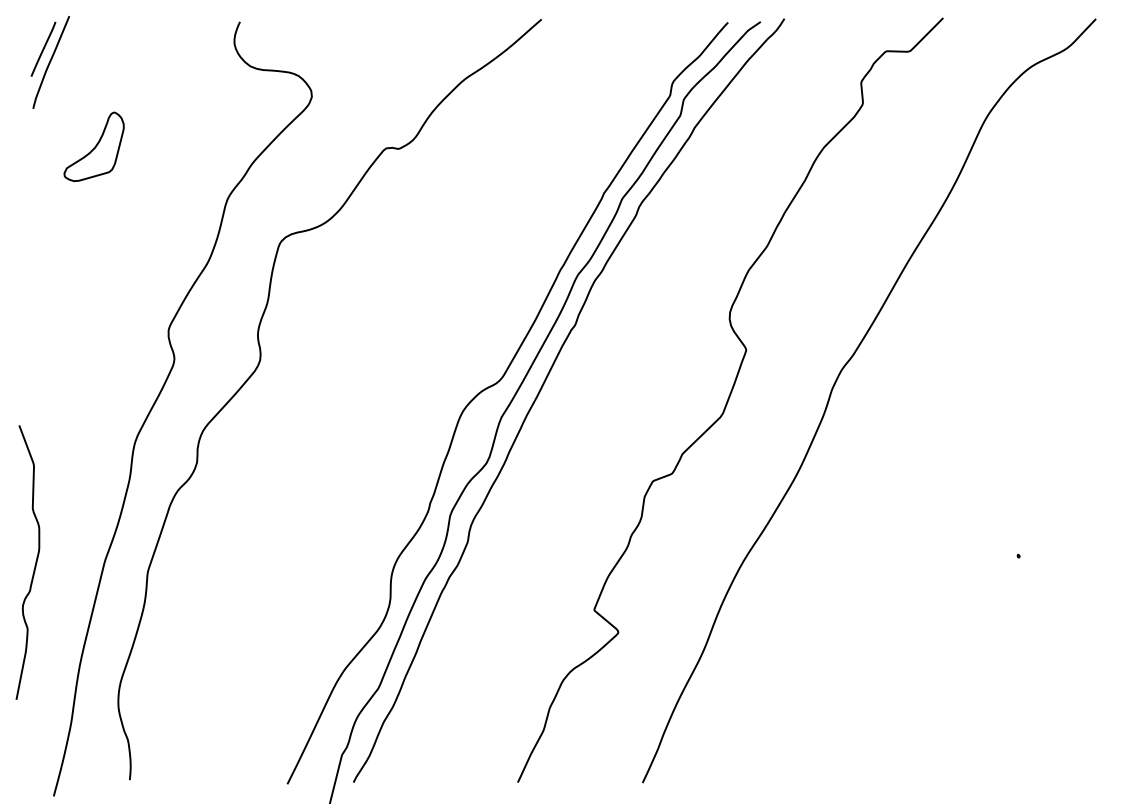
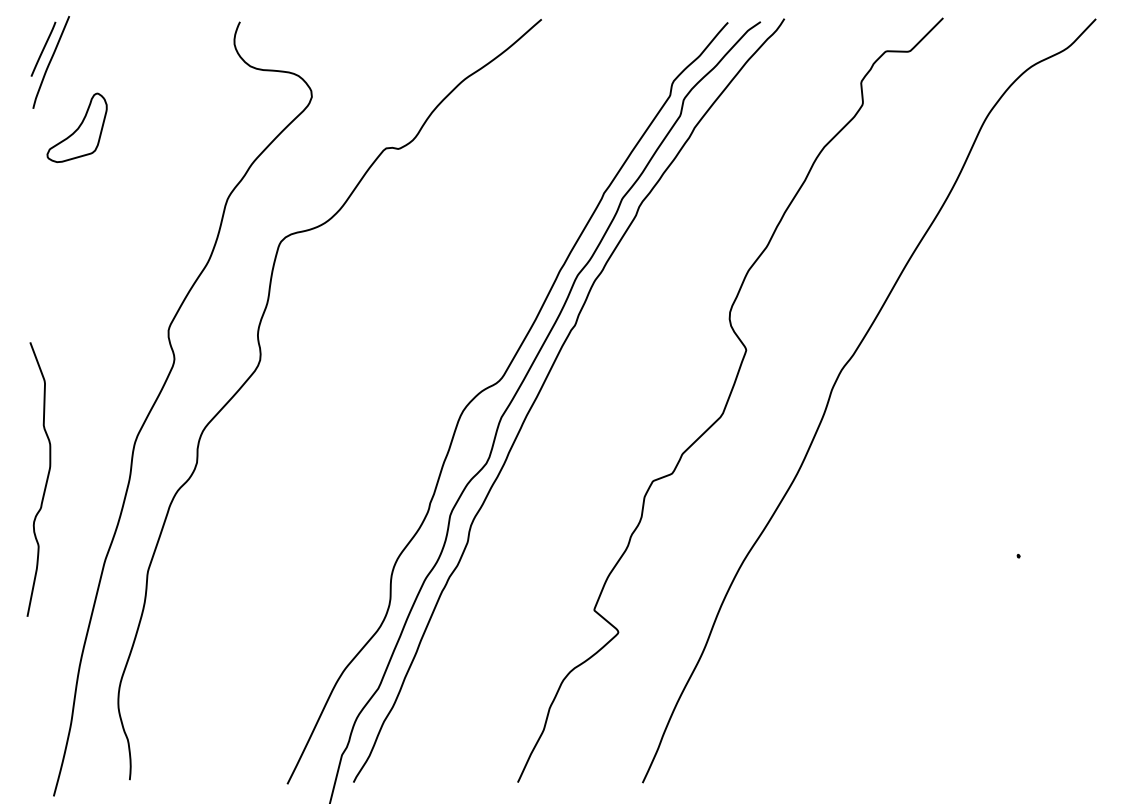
part at (93, 146) position: (93, 146) -> (76, 127)
curve at (34, 565) position: (34, 565) -> (45, 482)
